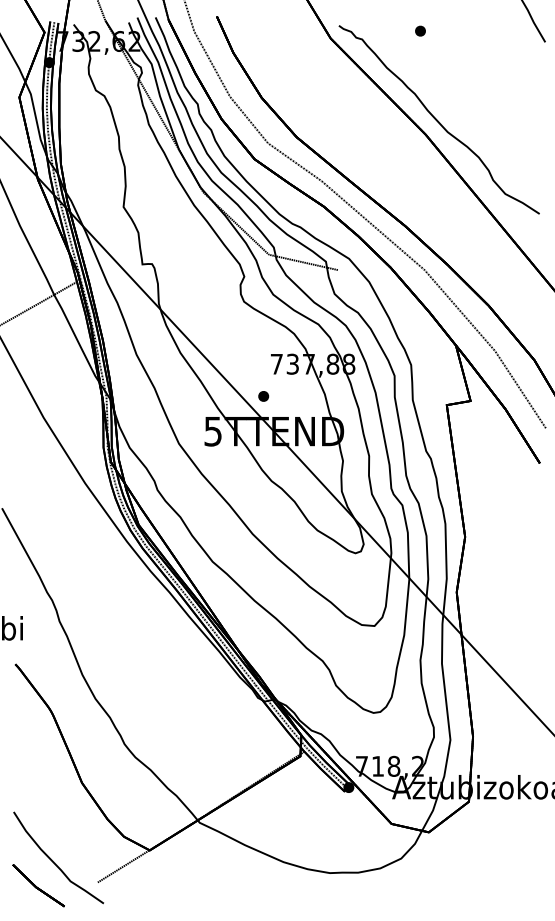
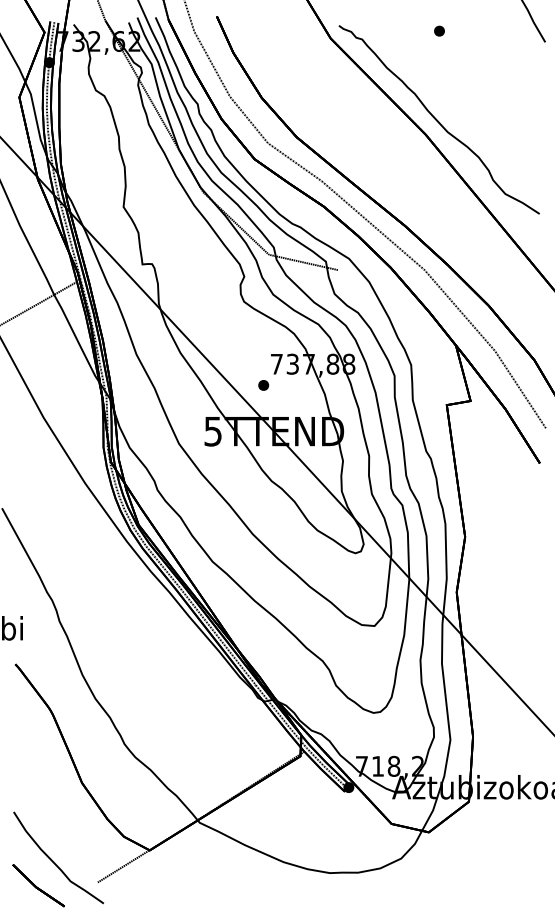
part at (420, 30) position: (420, 30) -> (439, 30)
part at (263, 396) position: (263, 396) -> (263, 385)
